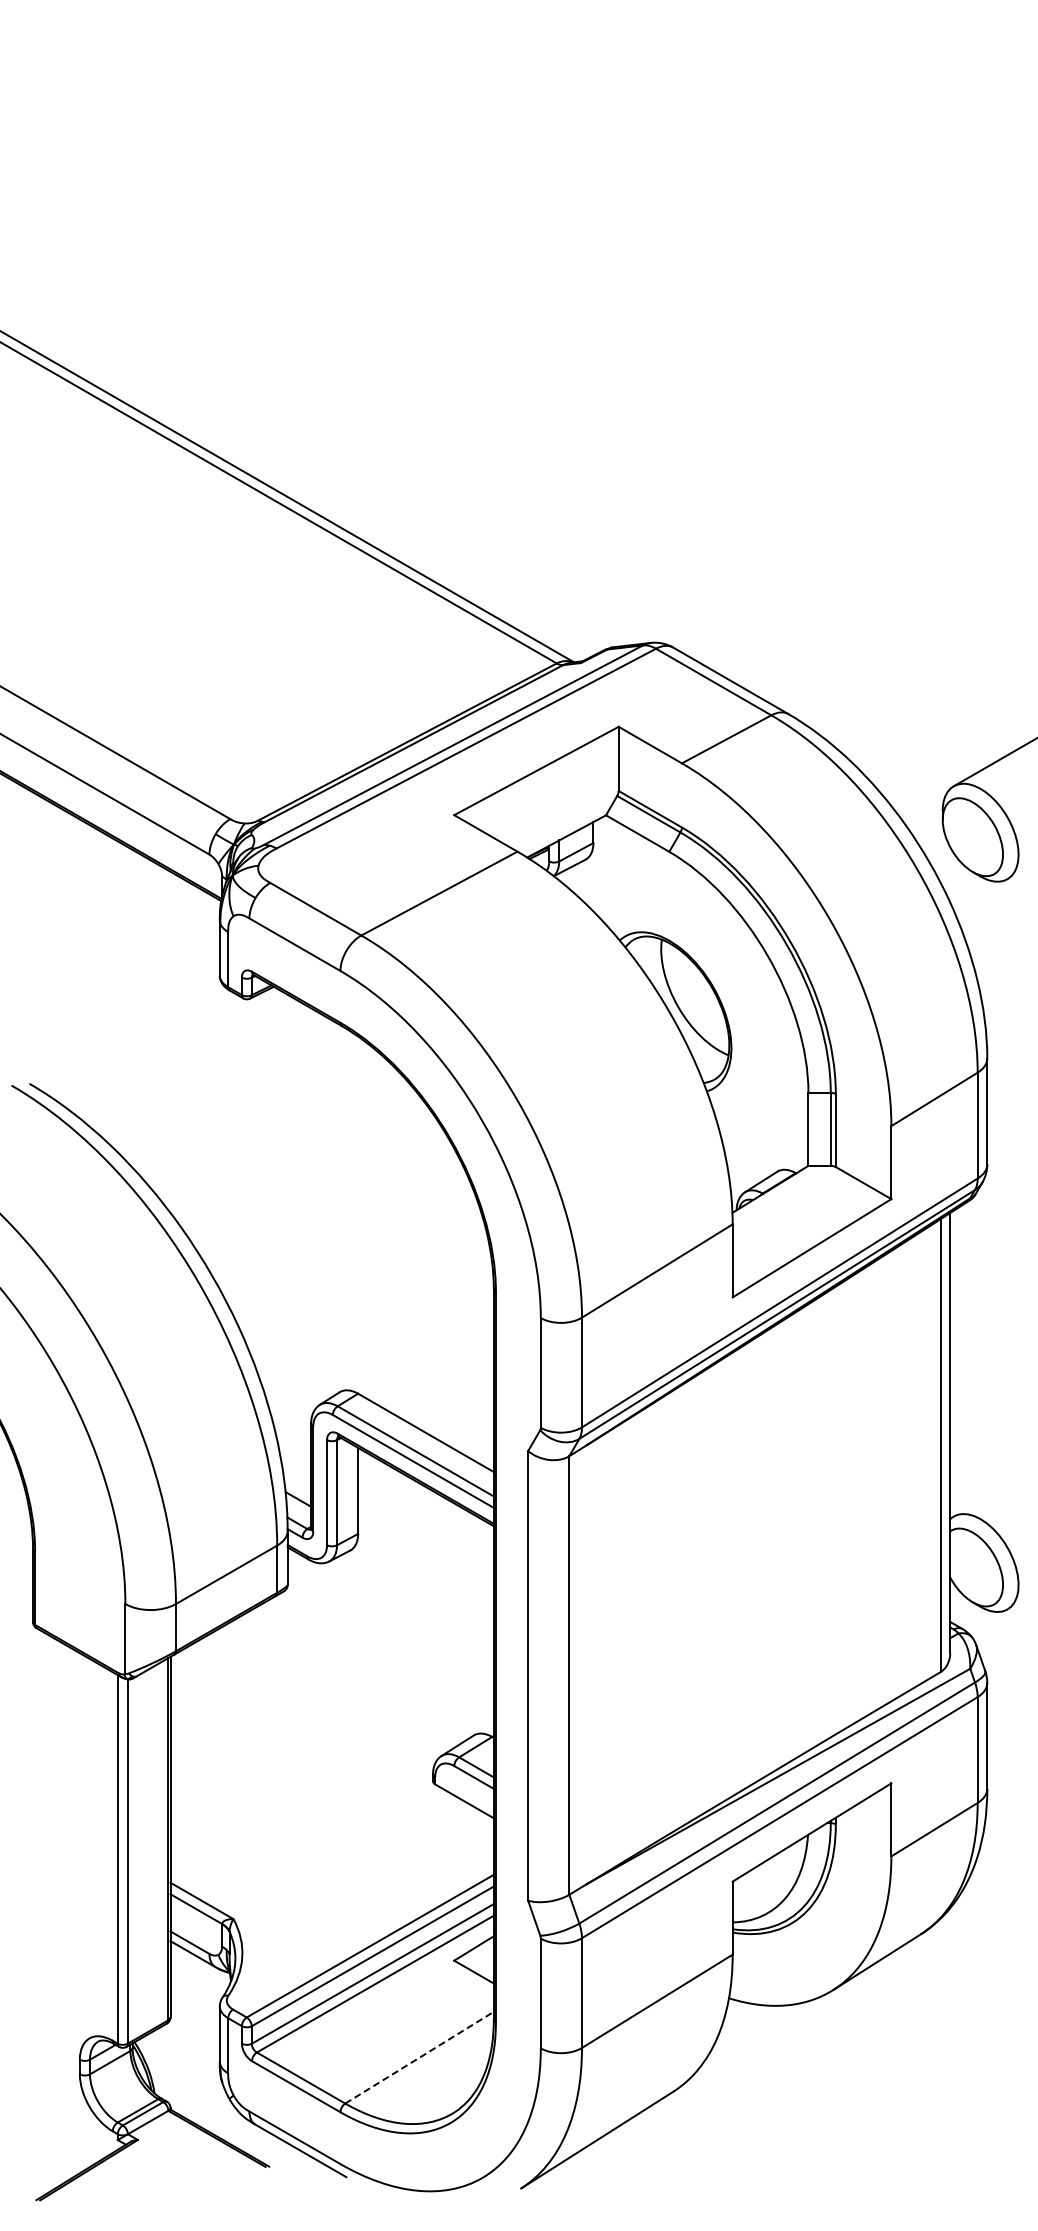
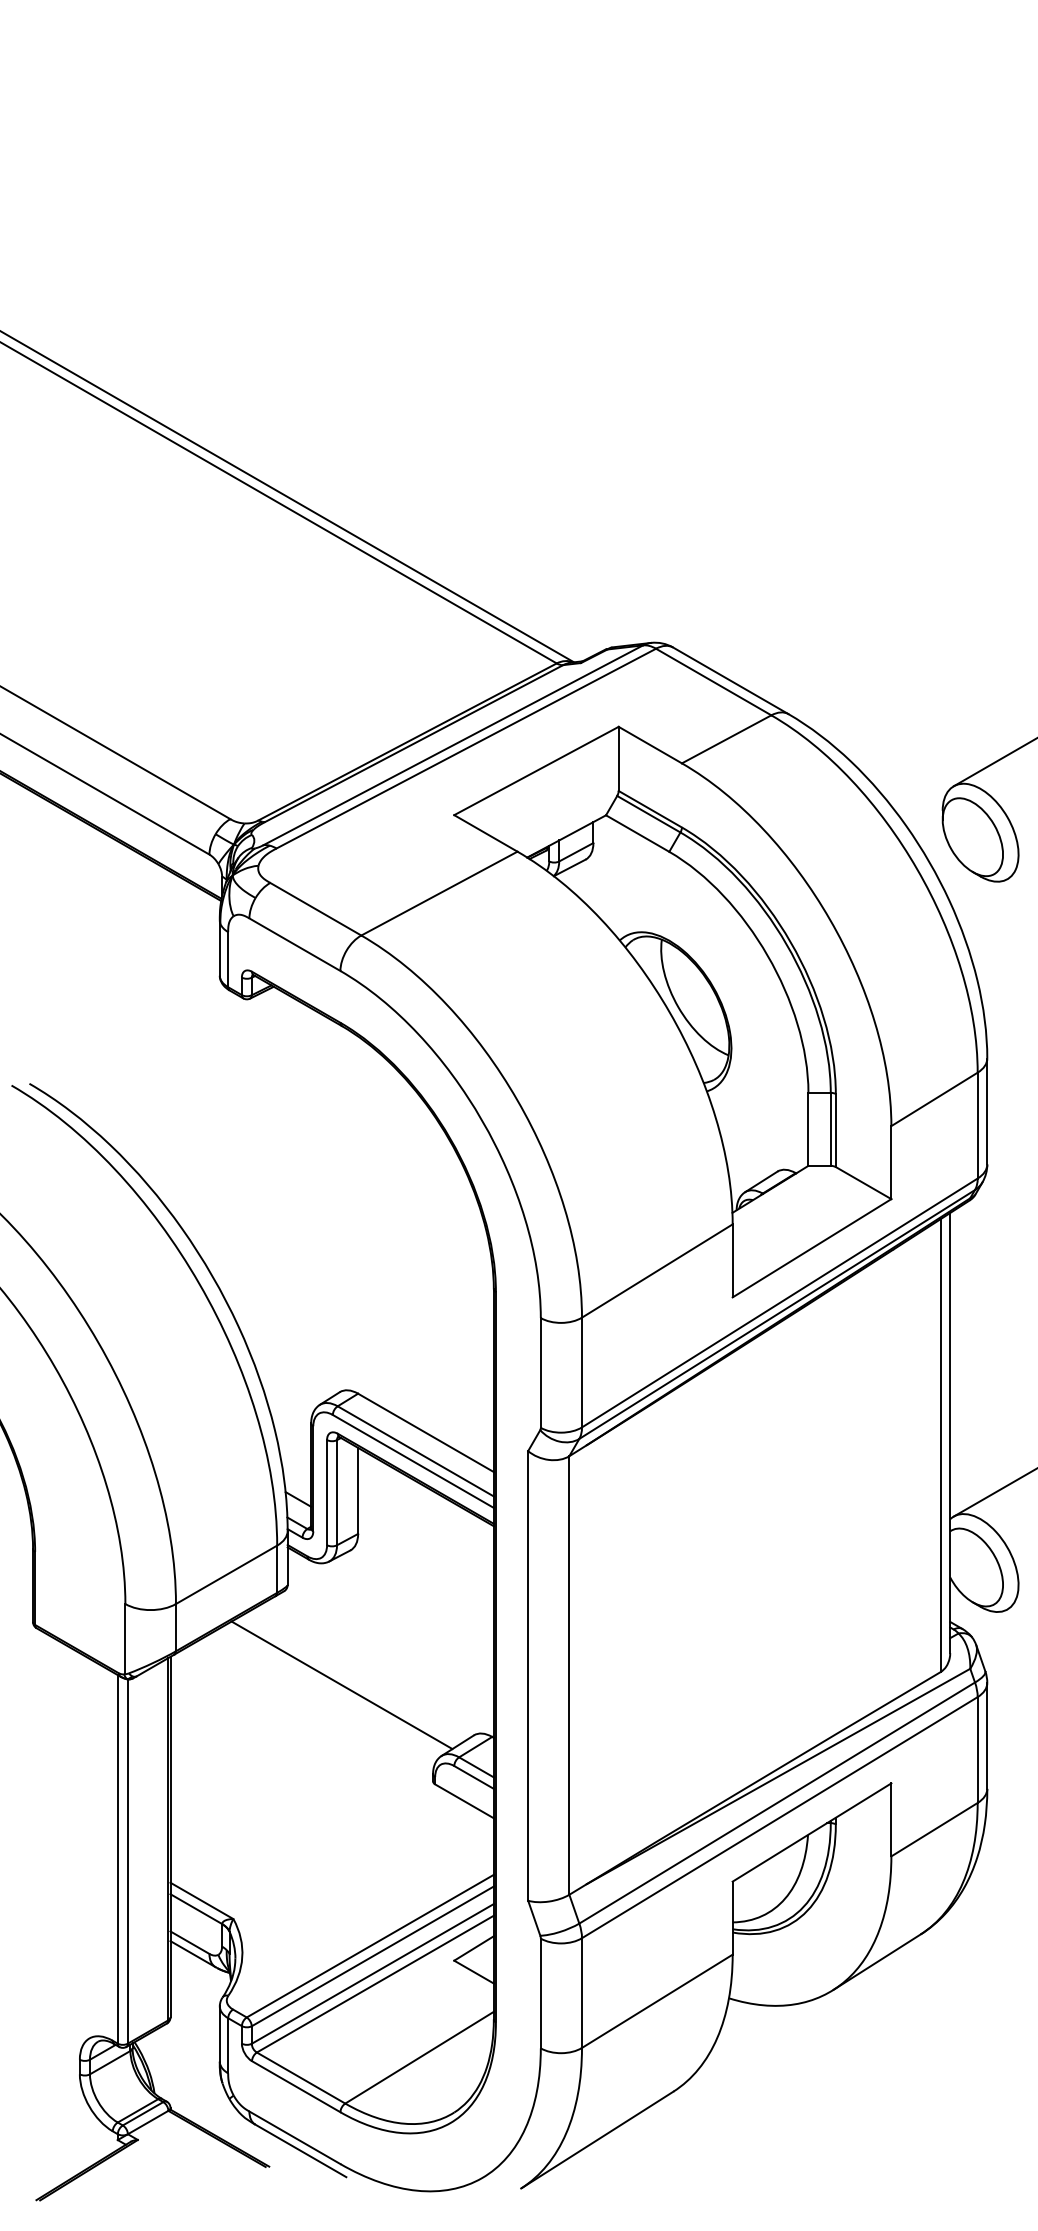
line at (993, 1493): none -> present
line at (341, 1685): none -> present
line at (420, 2057): dashed -> solid
